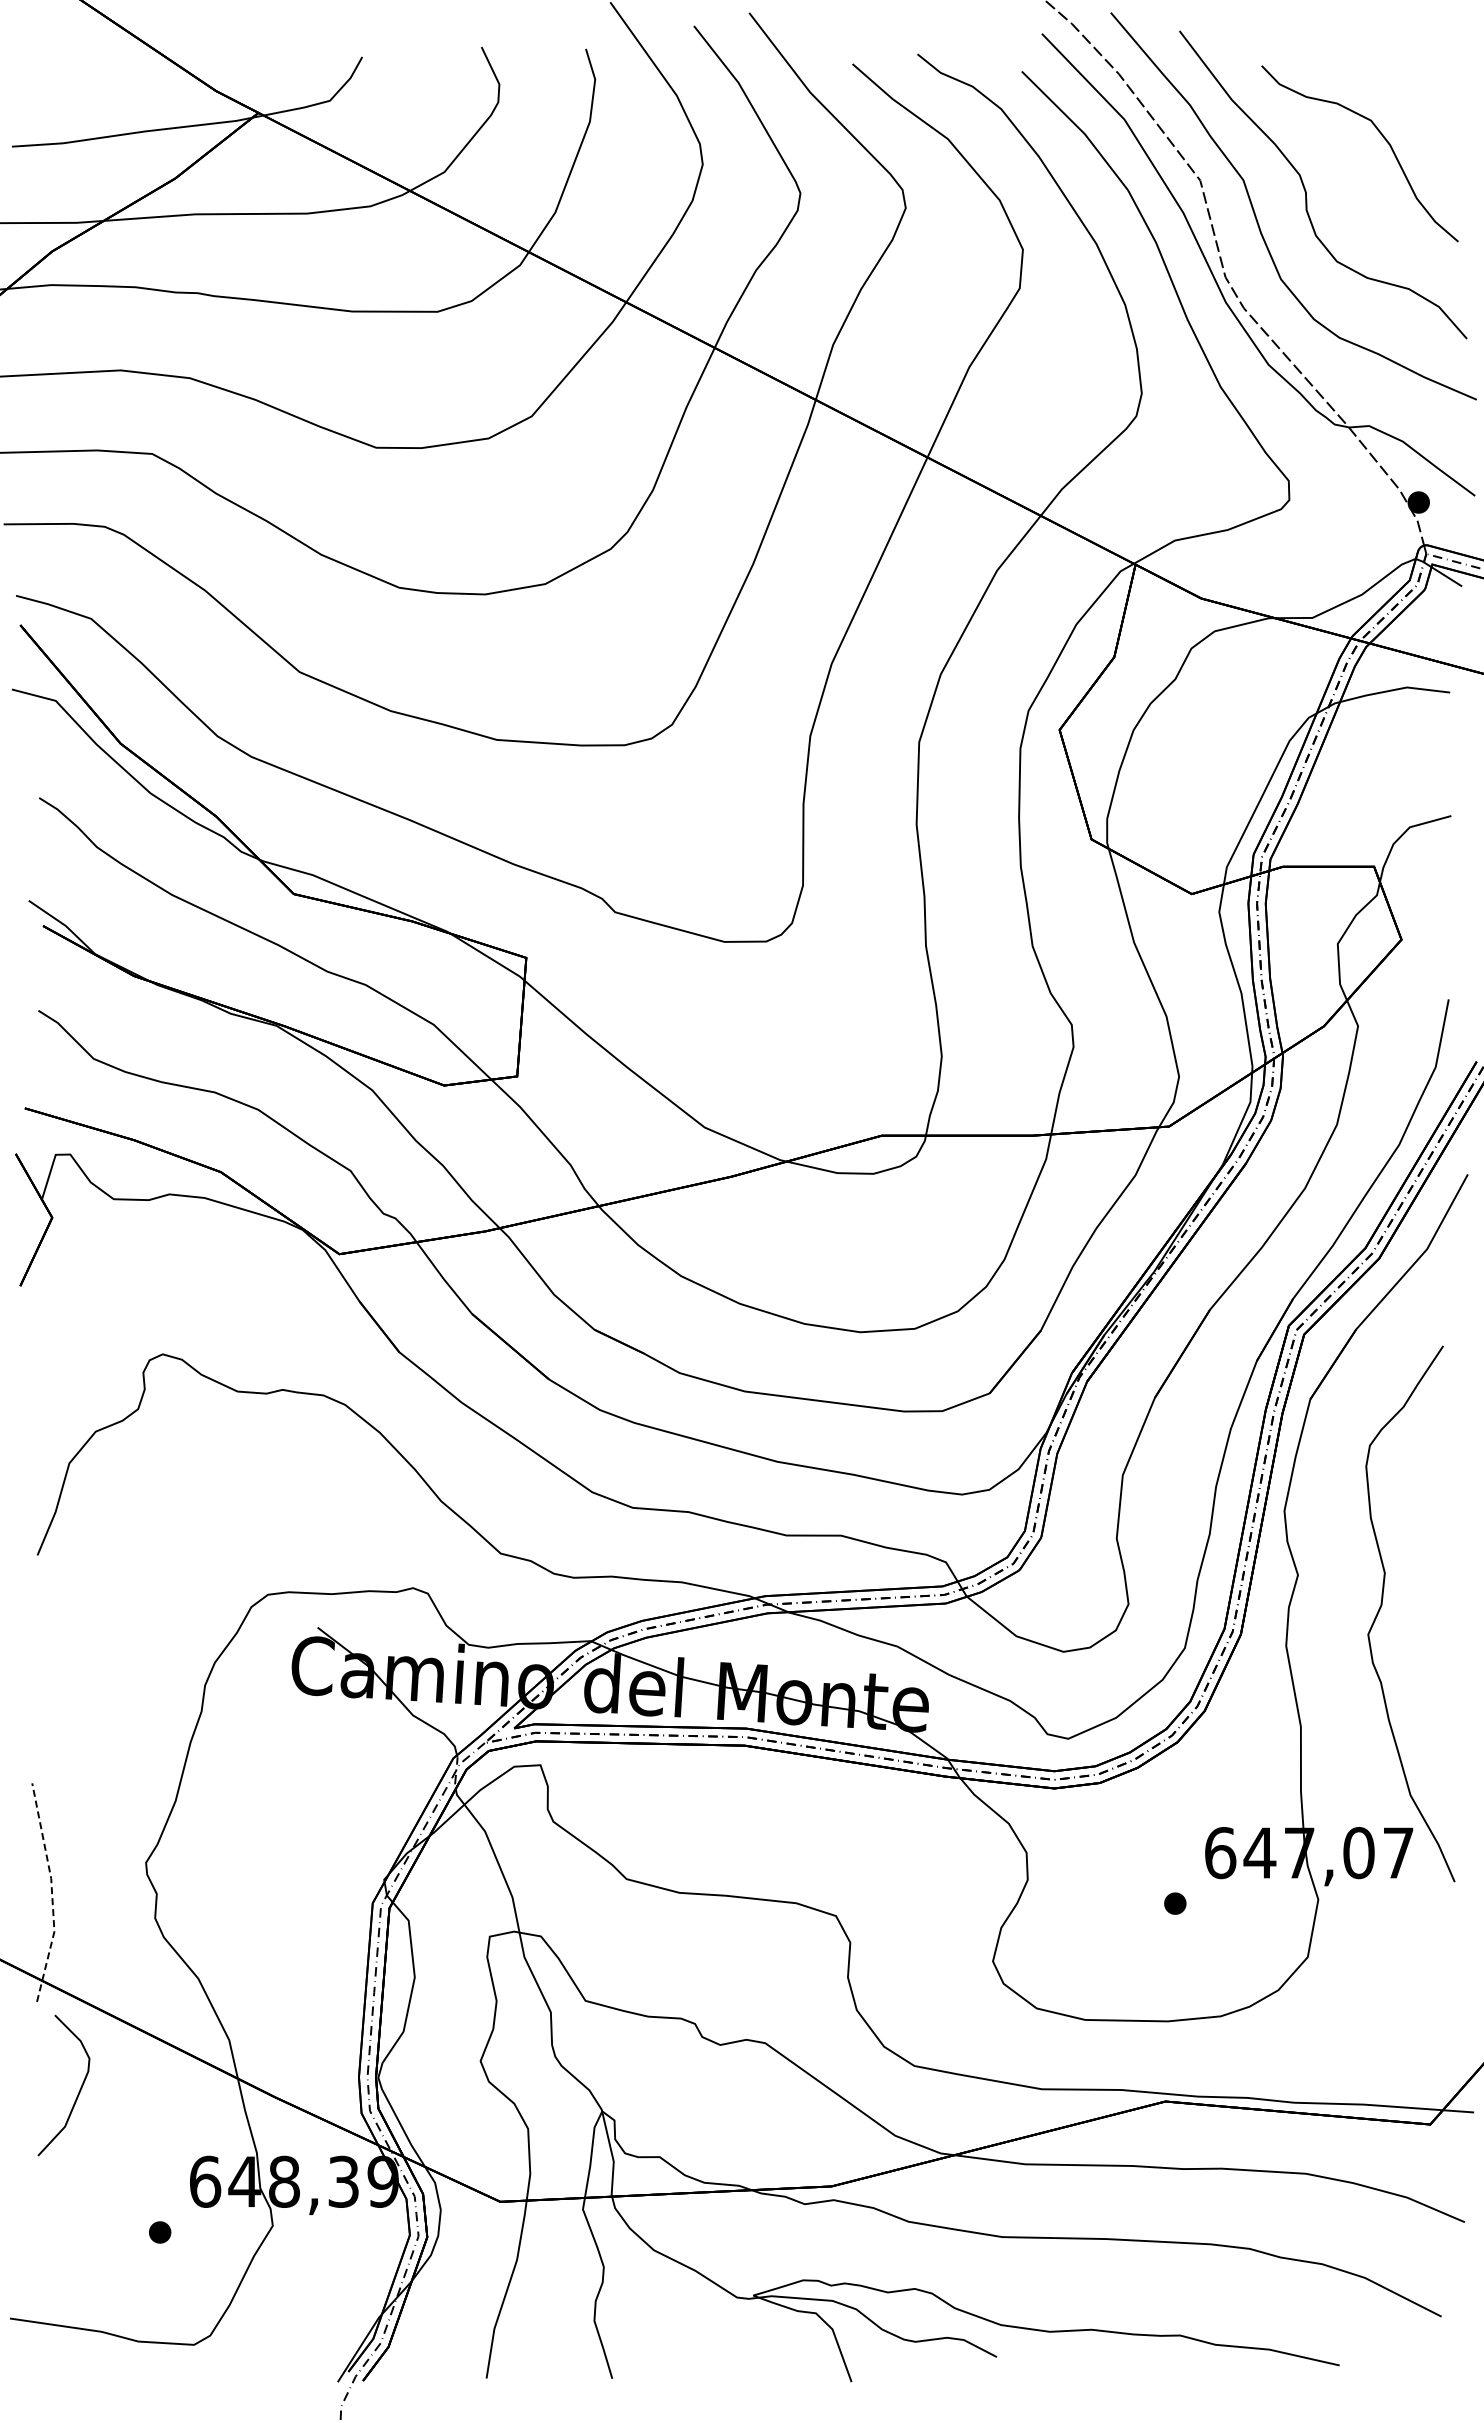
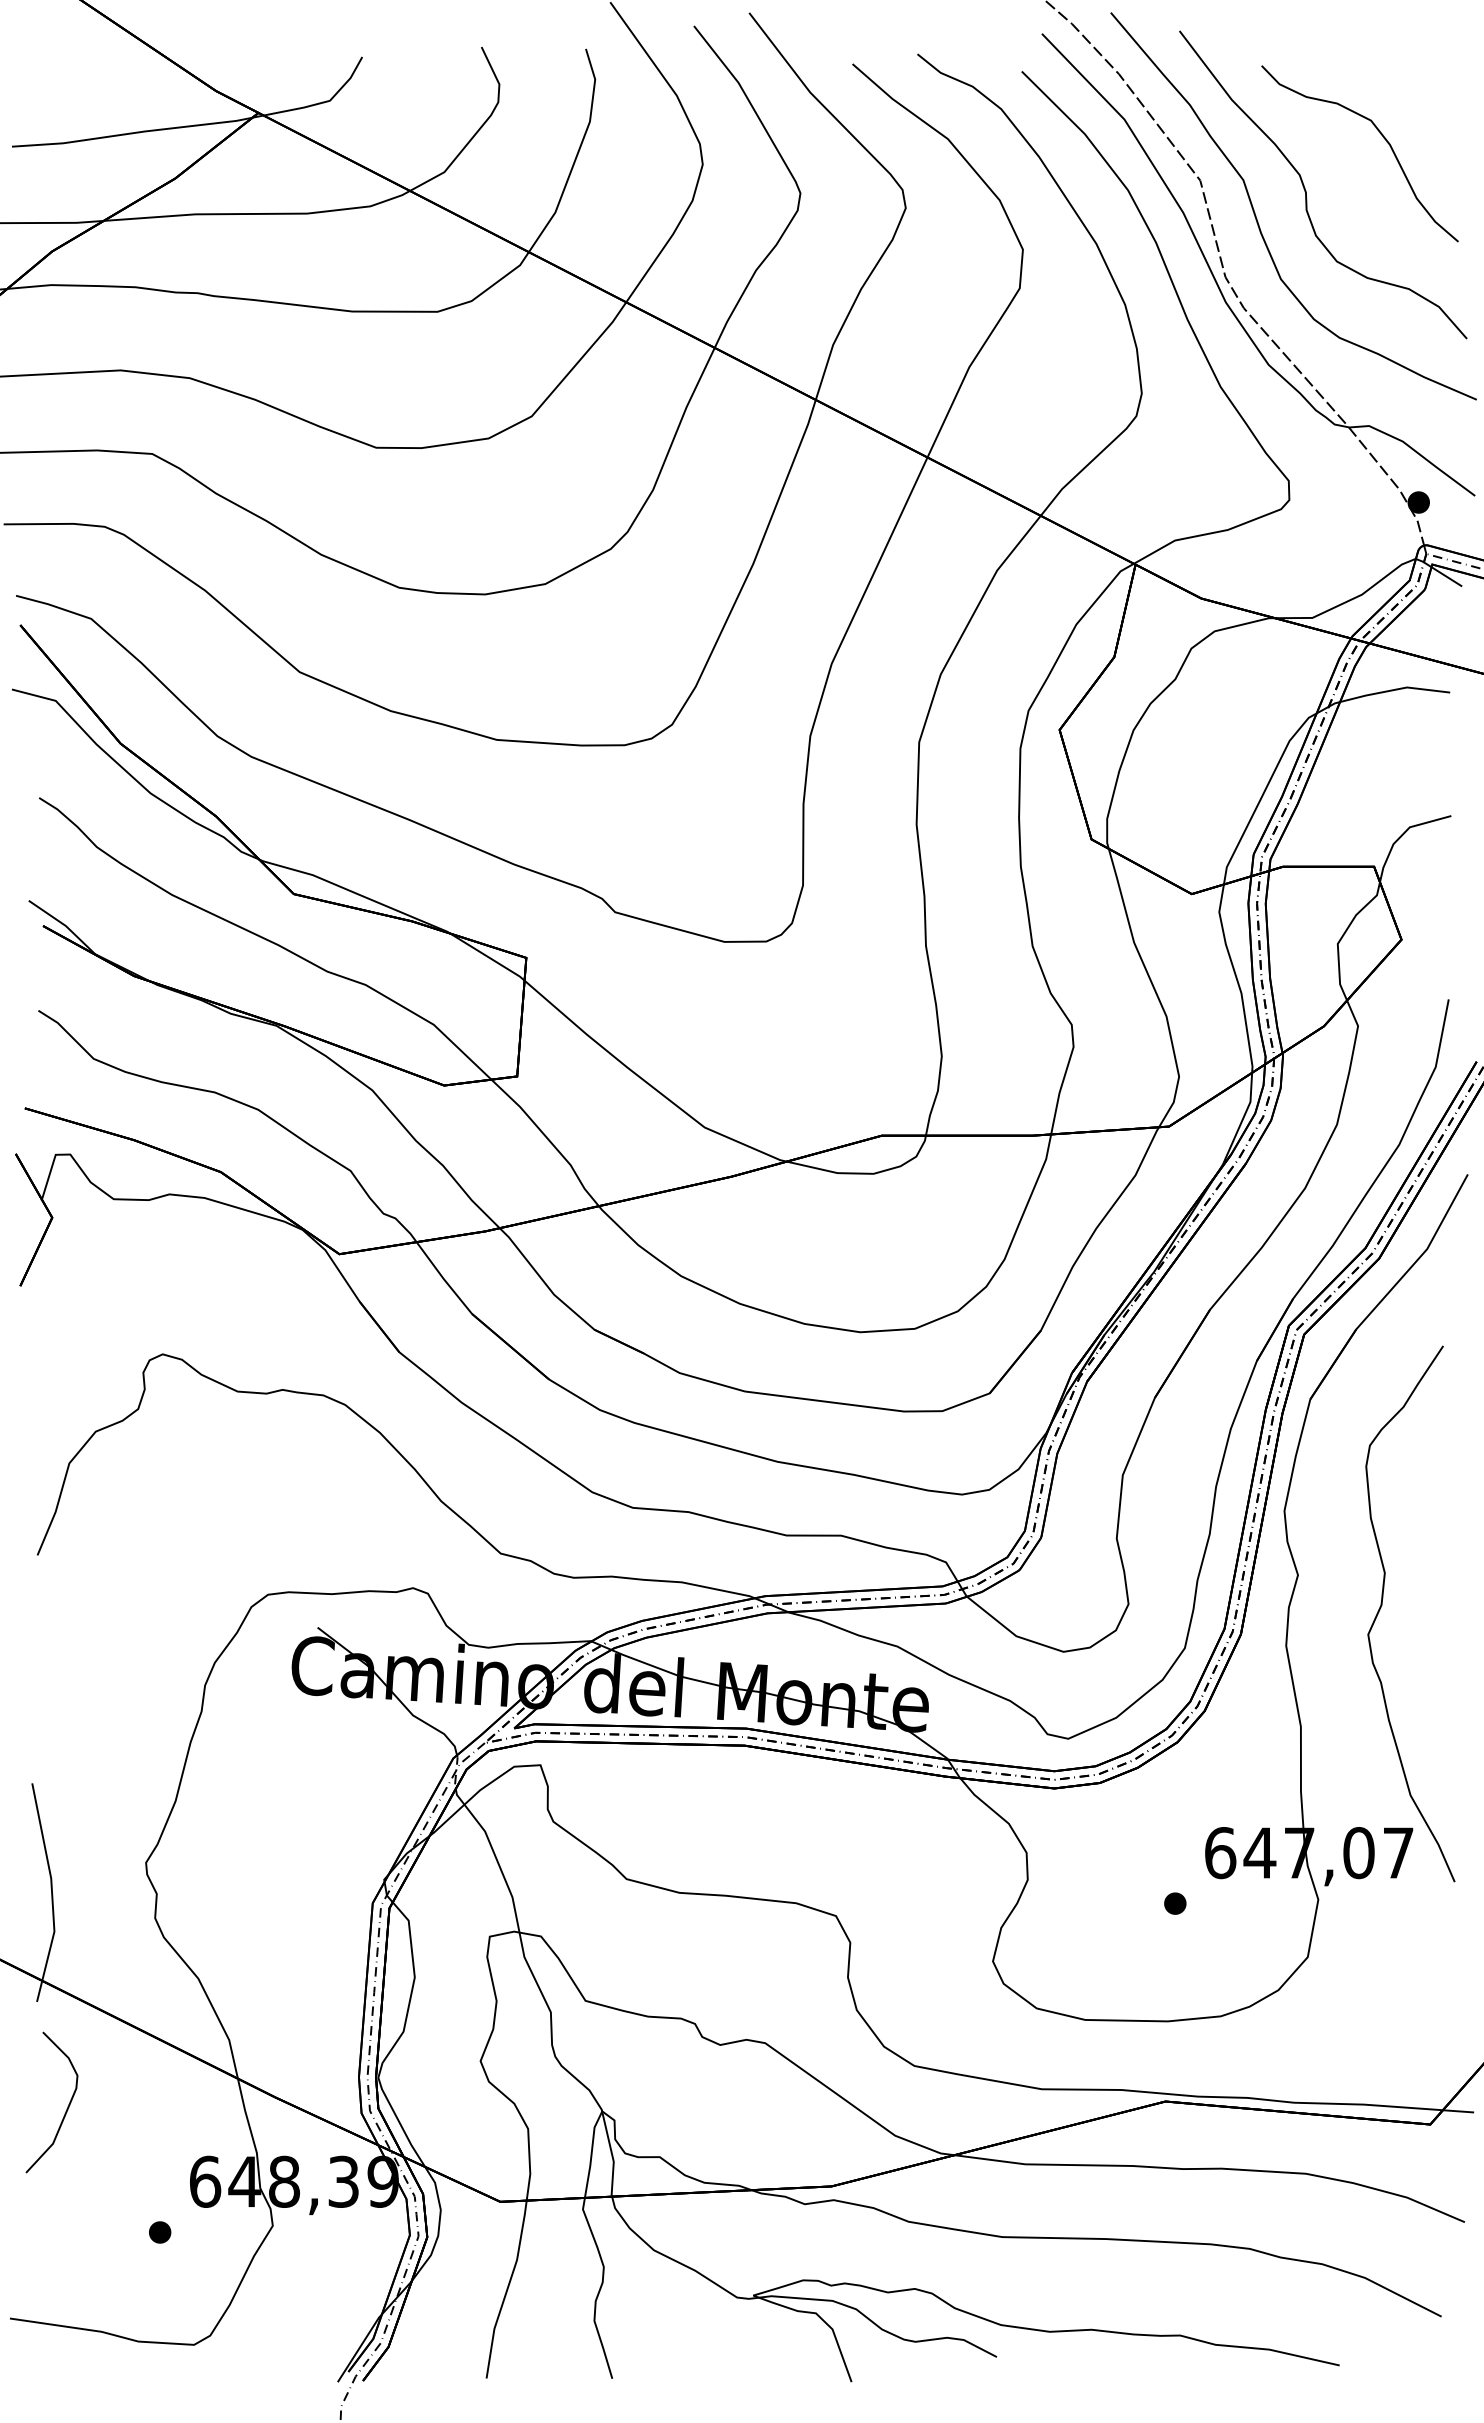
line at (52, 1893): dashed -> solid
curve at (78, 2091) position: (78, 2091) -> (66, 2108)
